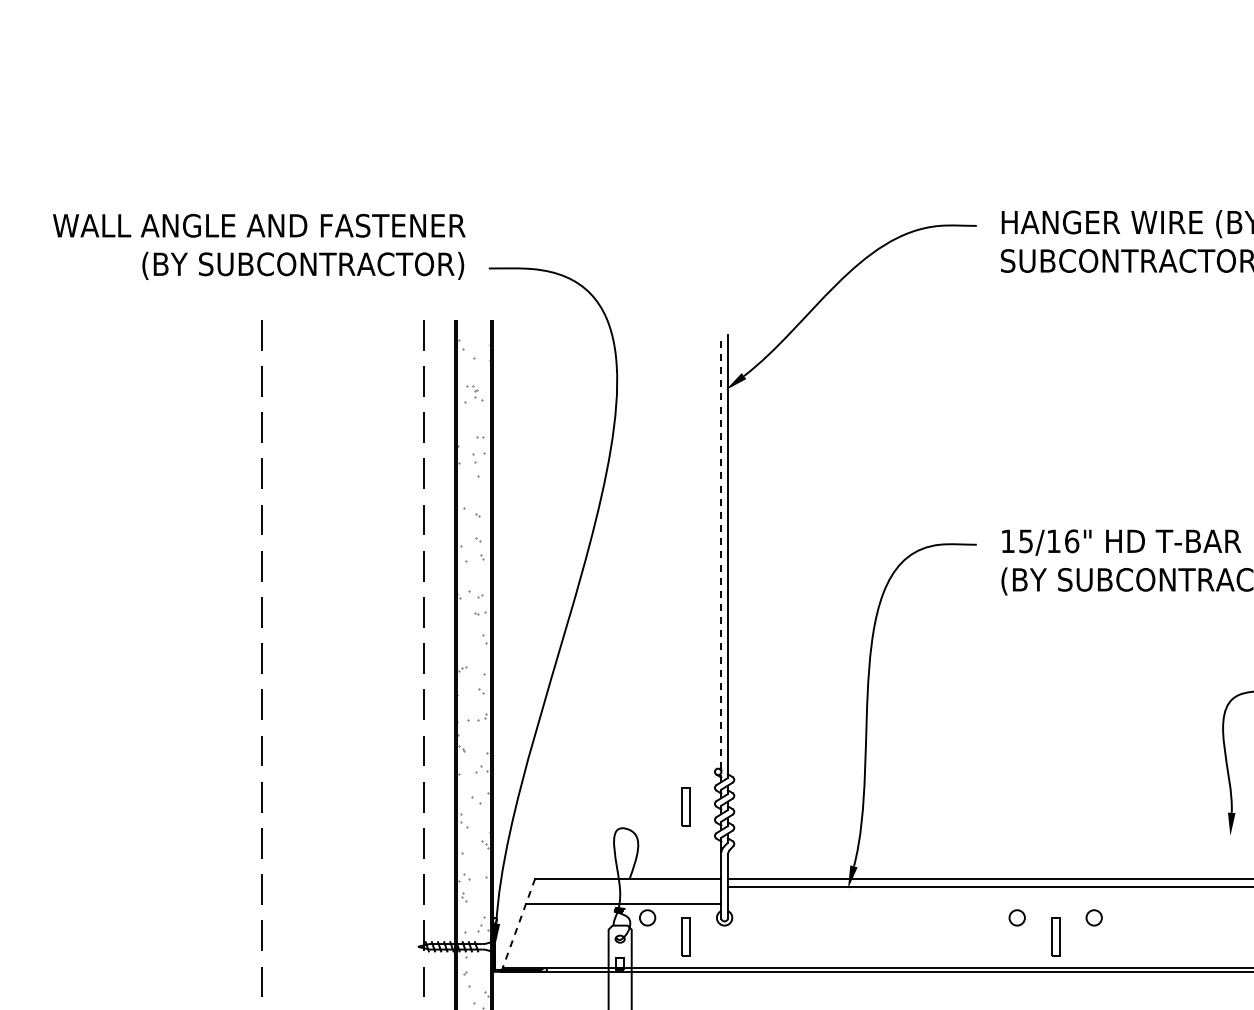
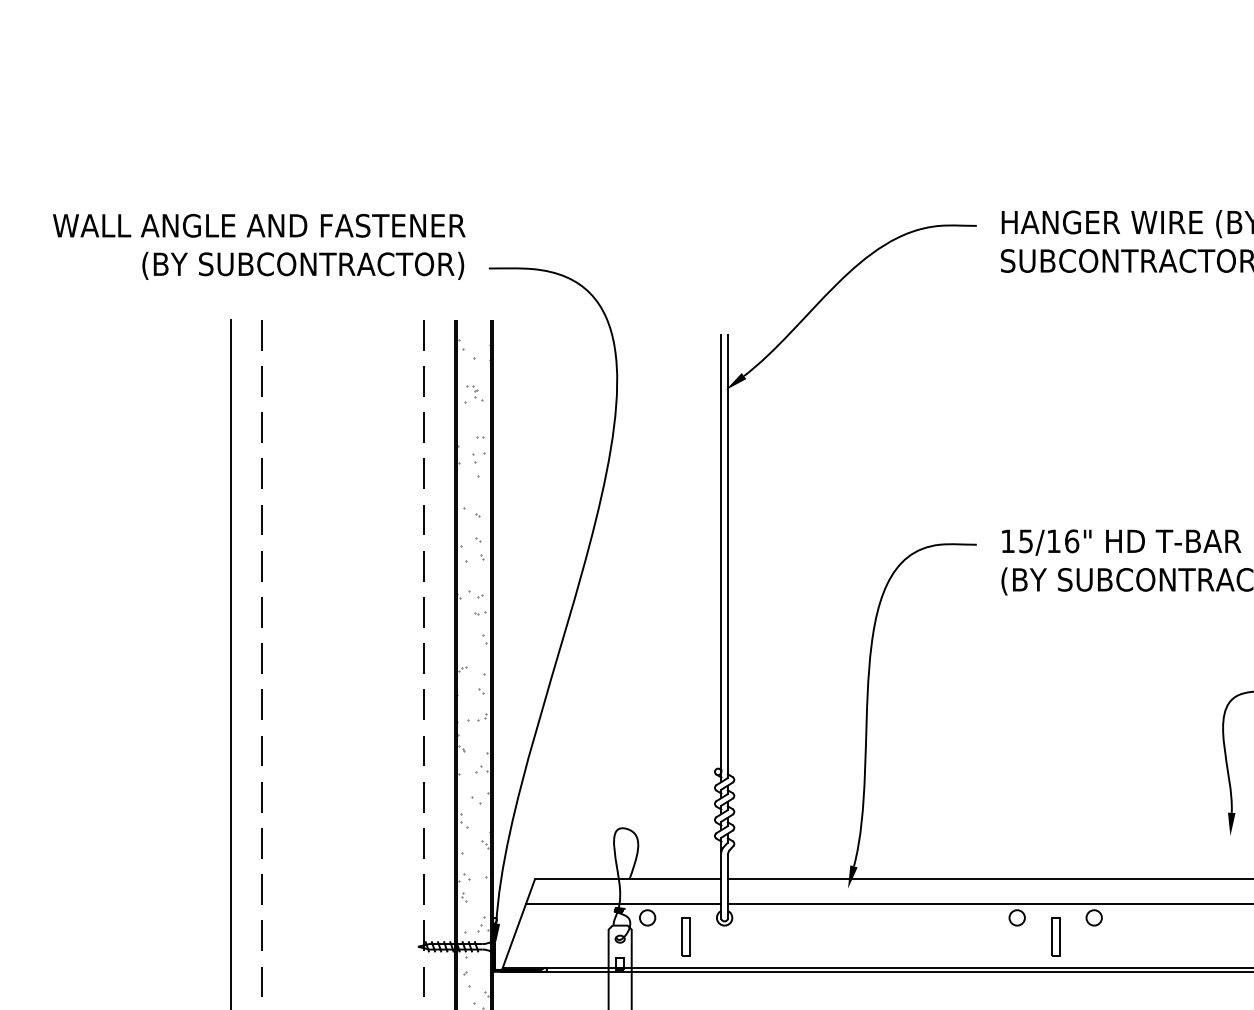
line at (721, 558): dashed -> solid
line at (231, 662): none -> present
part at (685, 806): present -> none
line at (988, 887) position: (988, 887) -> (988, 904)
line at (518, 925): dashed -> solid
